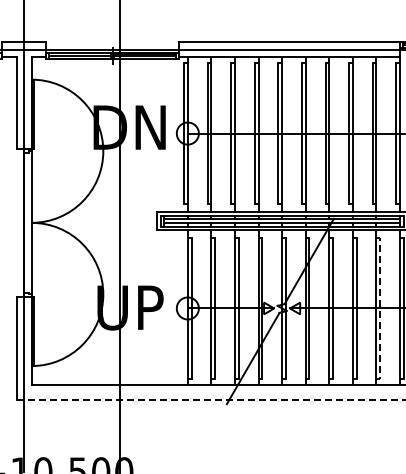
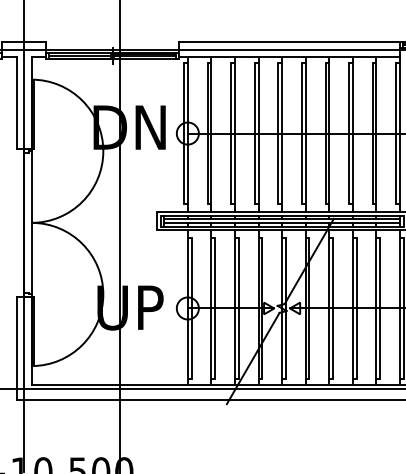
line at (380, 308): dashed -> solid
line at (202, 388): none -> present
line at (211, 399): dashed -> solid
